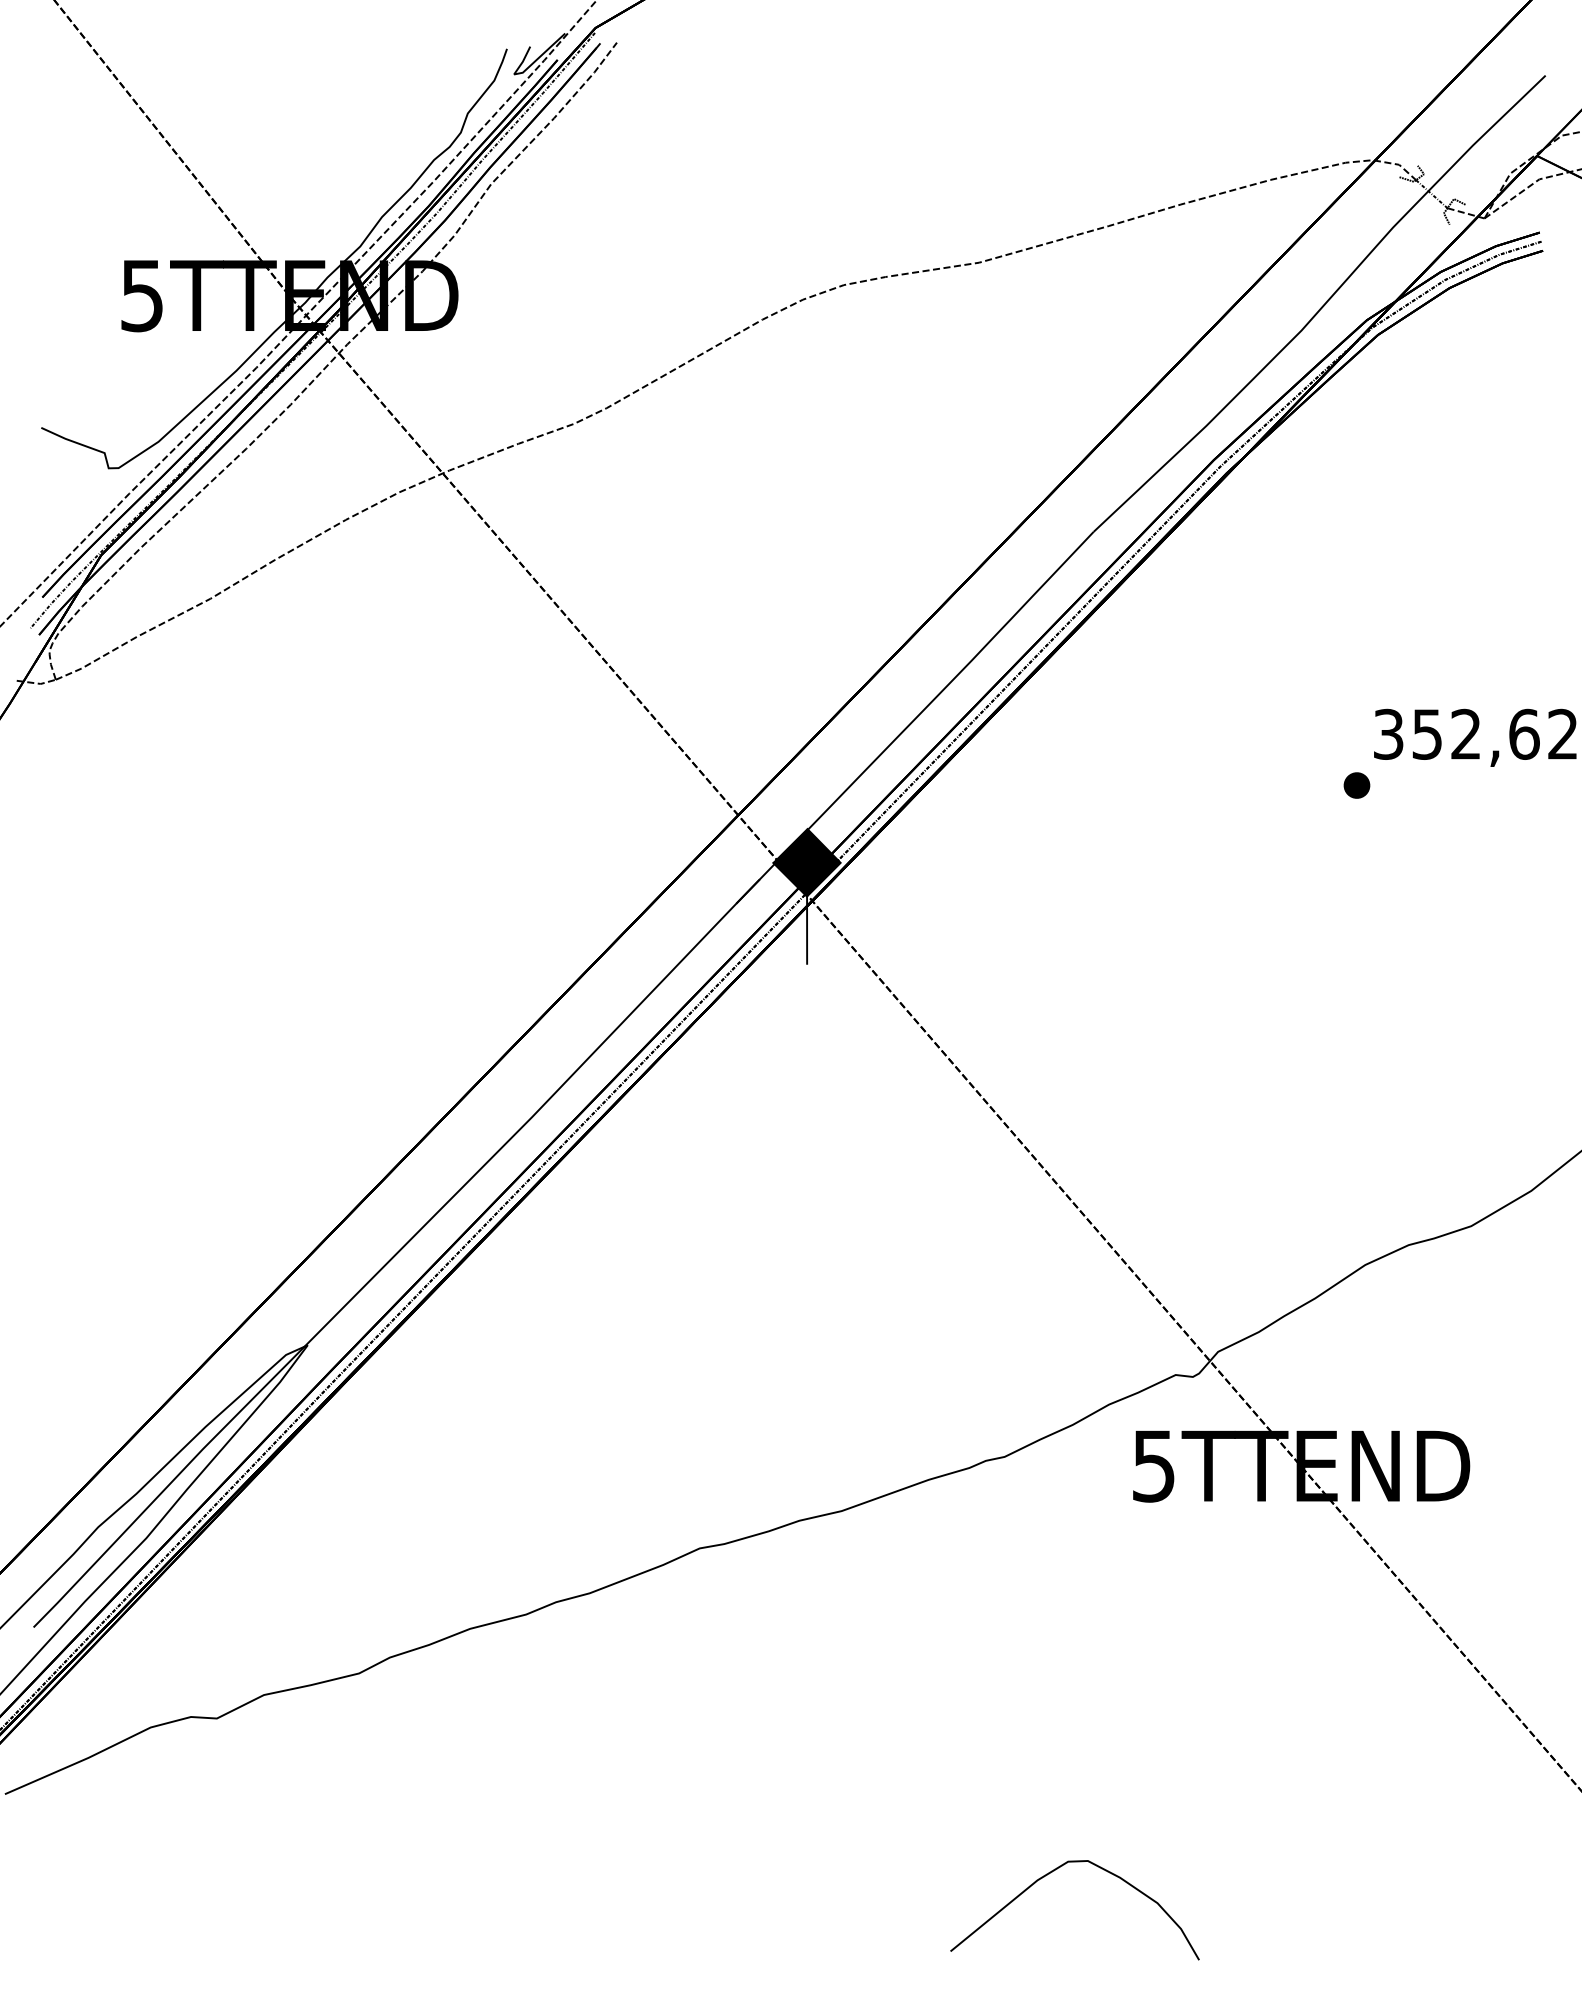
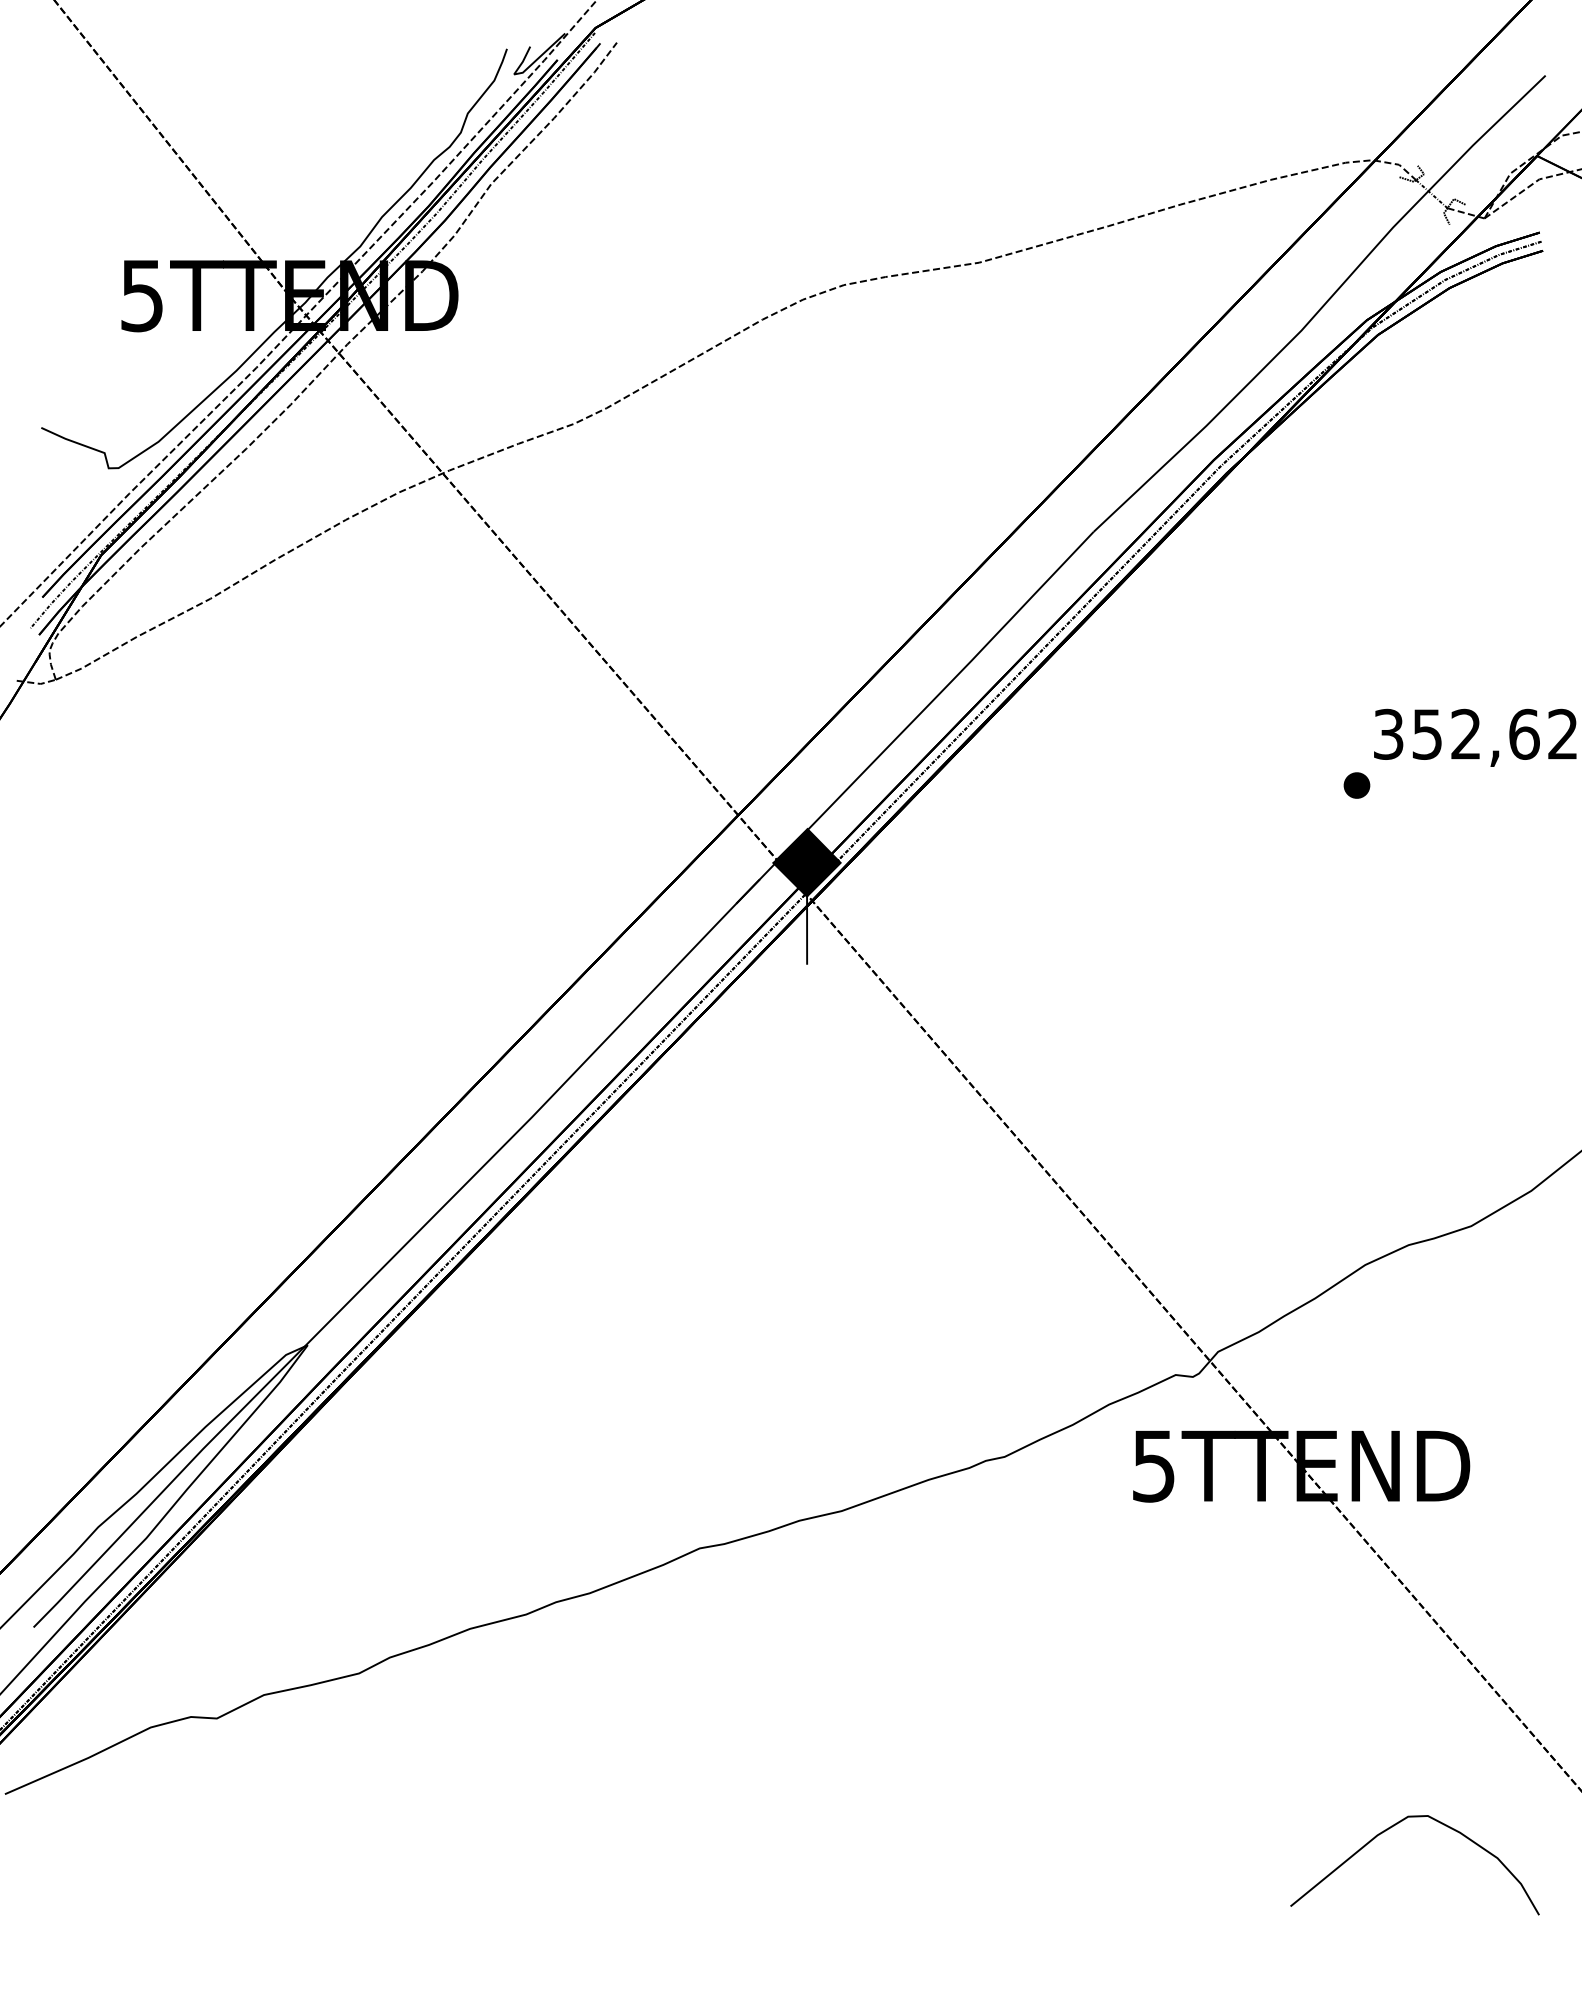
part at (1054, 1871) position: (1054, 1871) -> (1394, 1826)
